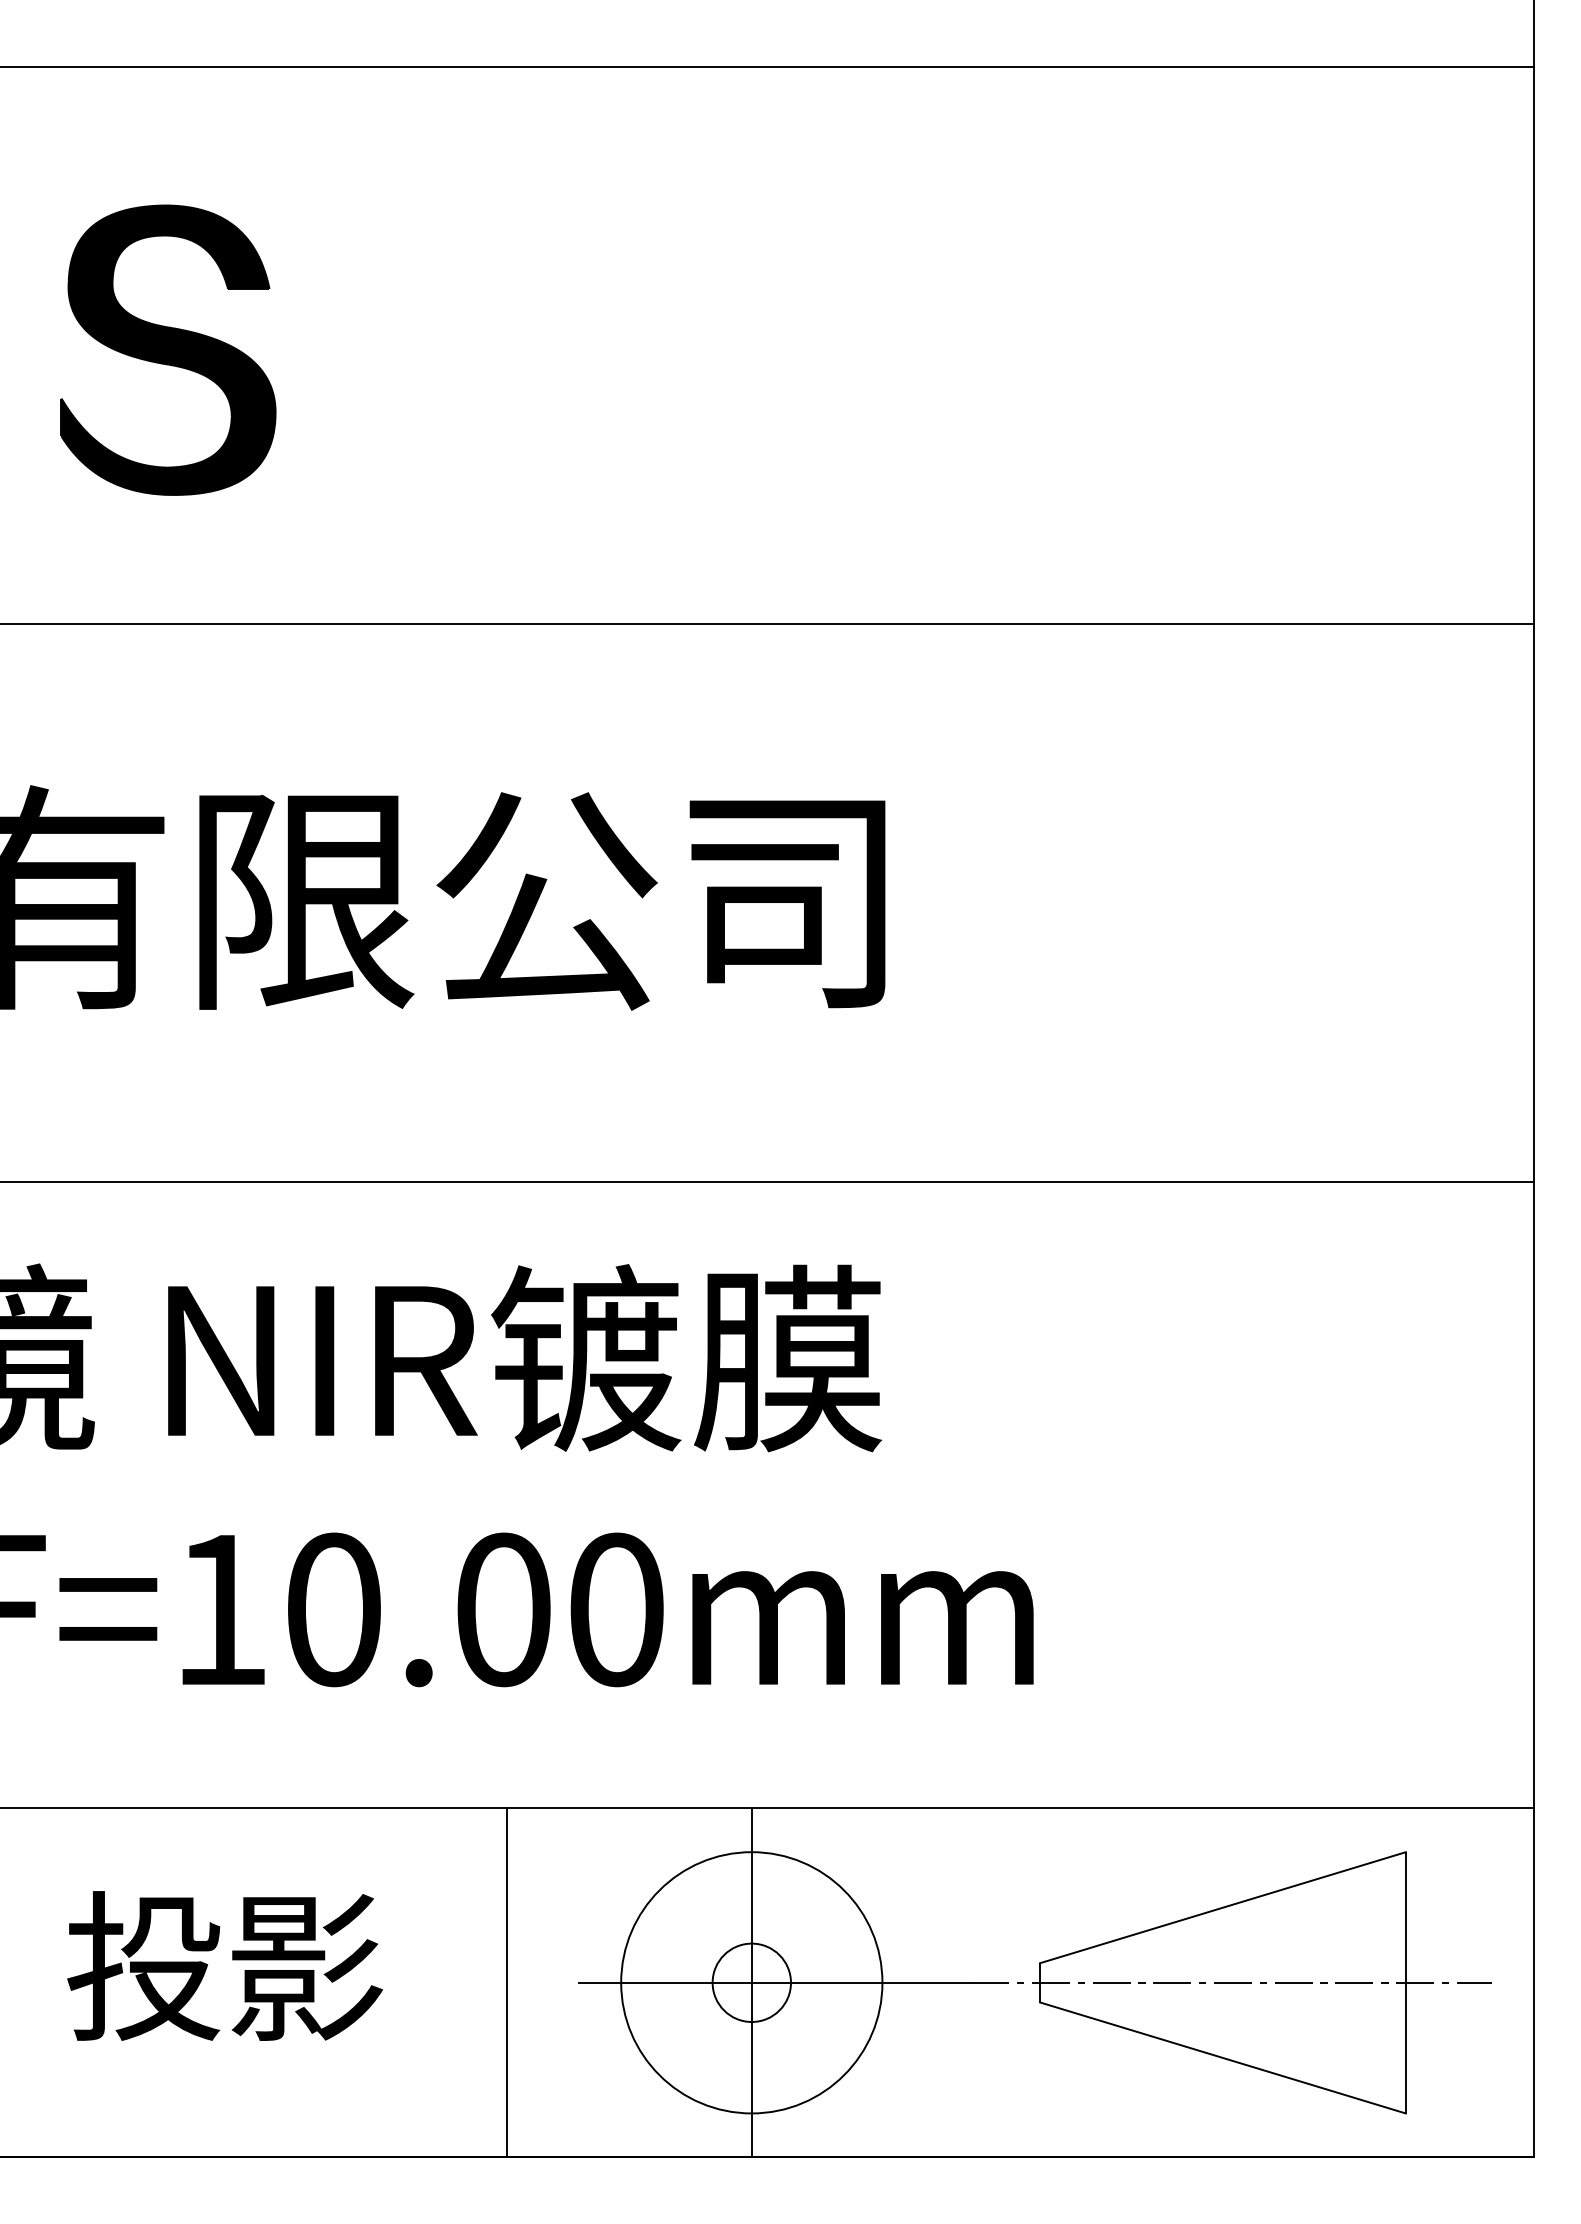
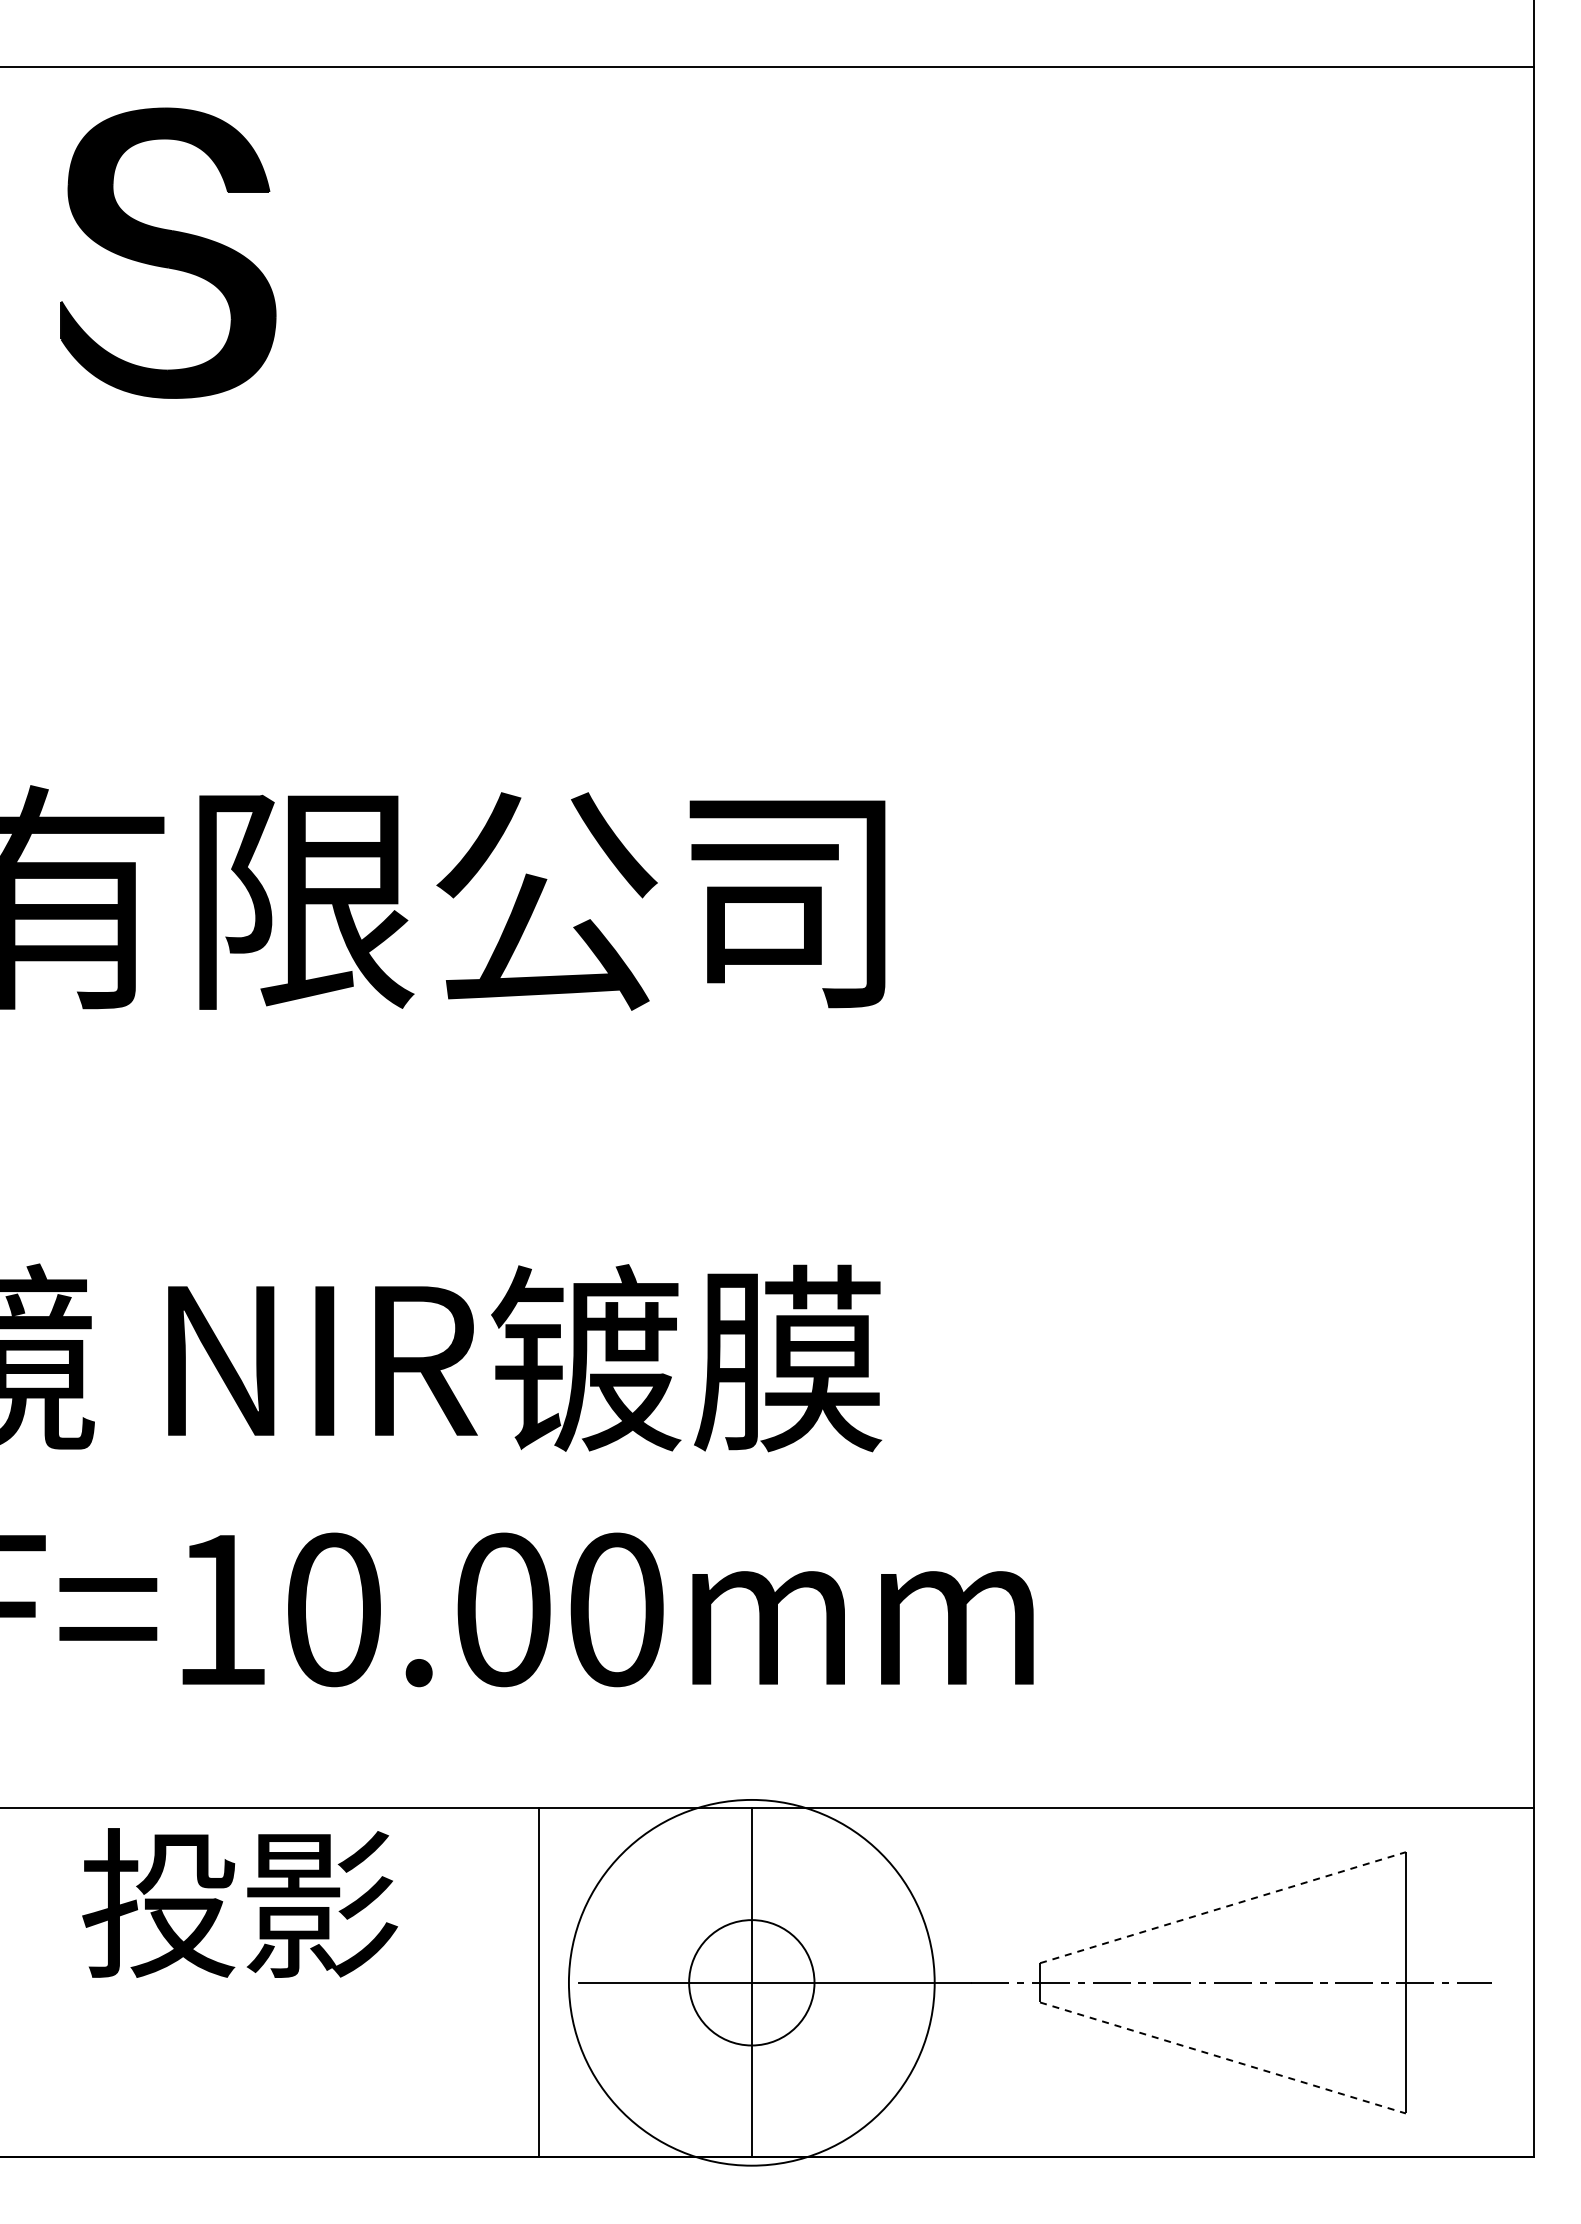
part at (168, 349) position: (168, 349) -> (168, 252)
line at (767, 624): present -> none
line at (767, 1181): present -> none
line at (1223, 1907): solid -> dashed
text at (224, 1965) position: (224, 1965) -> (239, 1902)
line at (507, 1982) position: (507, 1982) -> (539, 1982)
circle at (751, 1982) diameter: 261 px -> 366 px
circle at (751, 1982) diameter: 78 px -> 125 px
line at (1223, 2058): solid -> dashed
